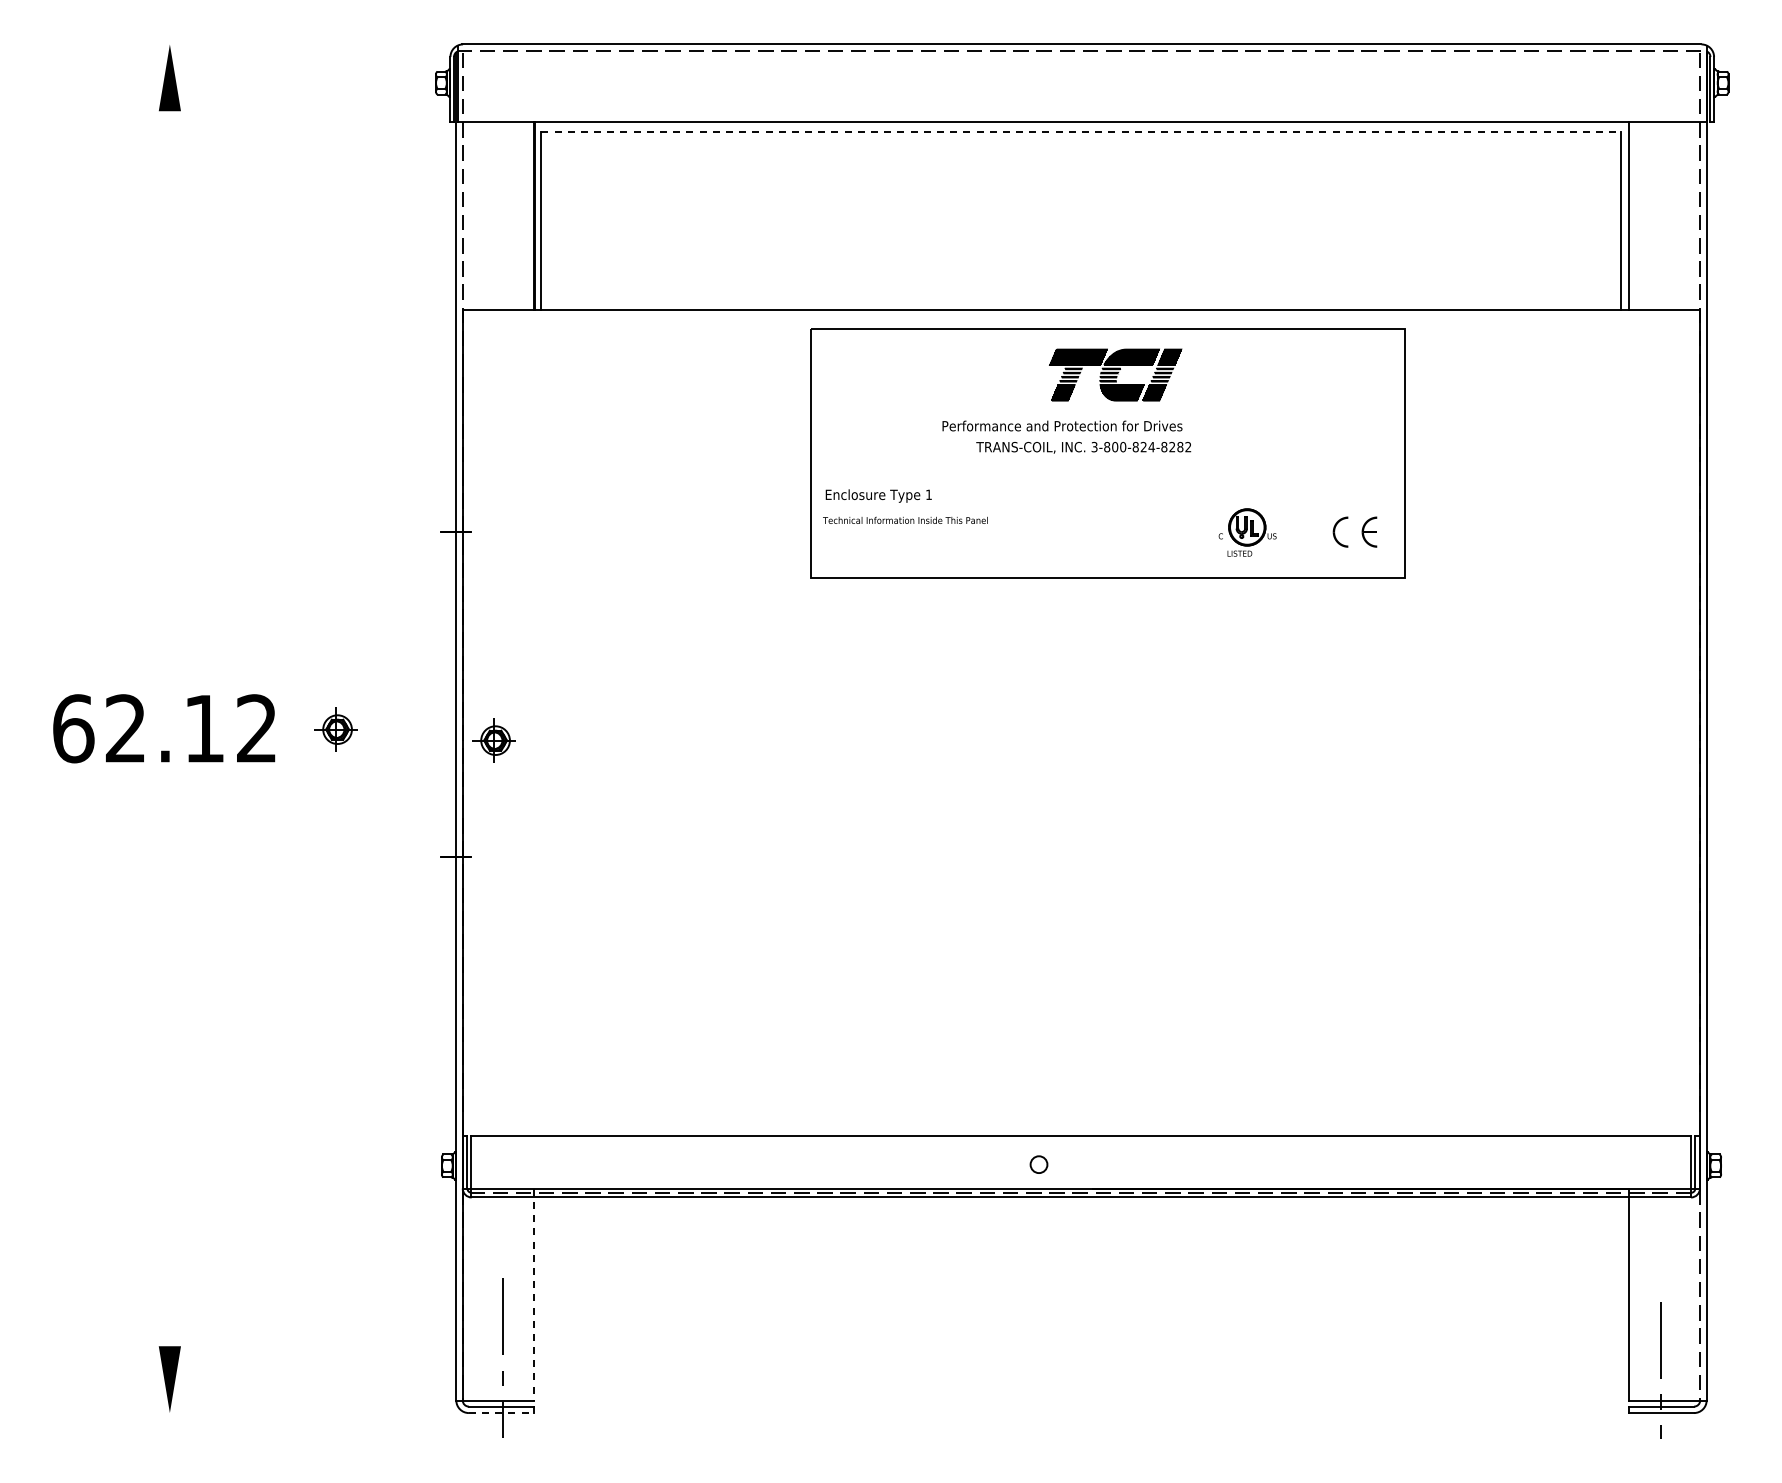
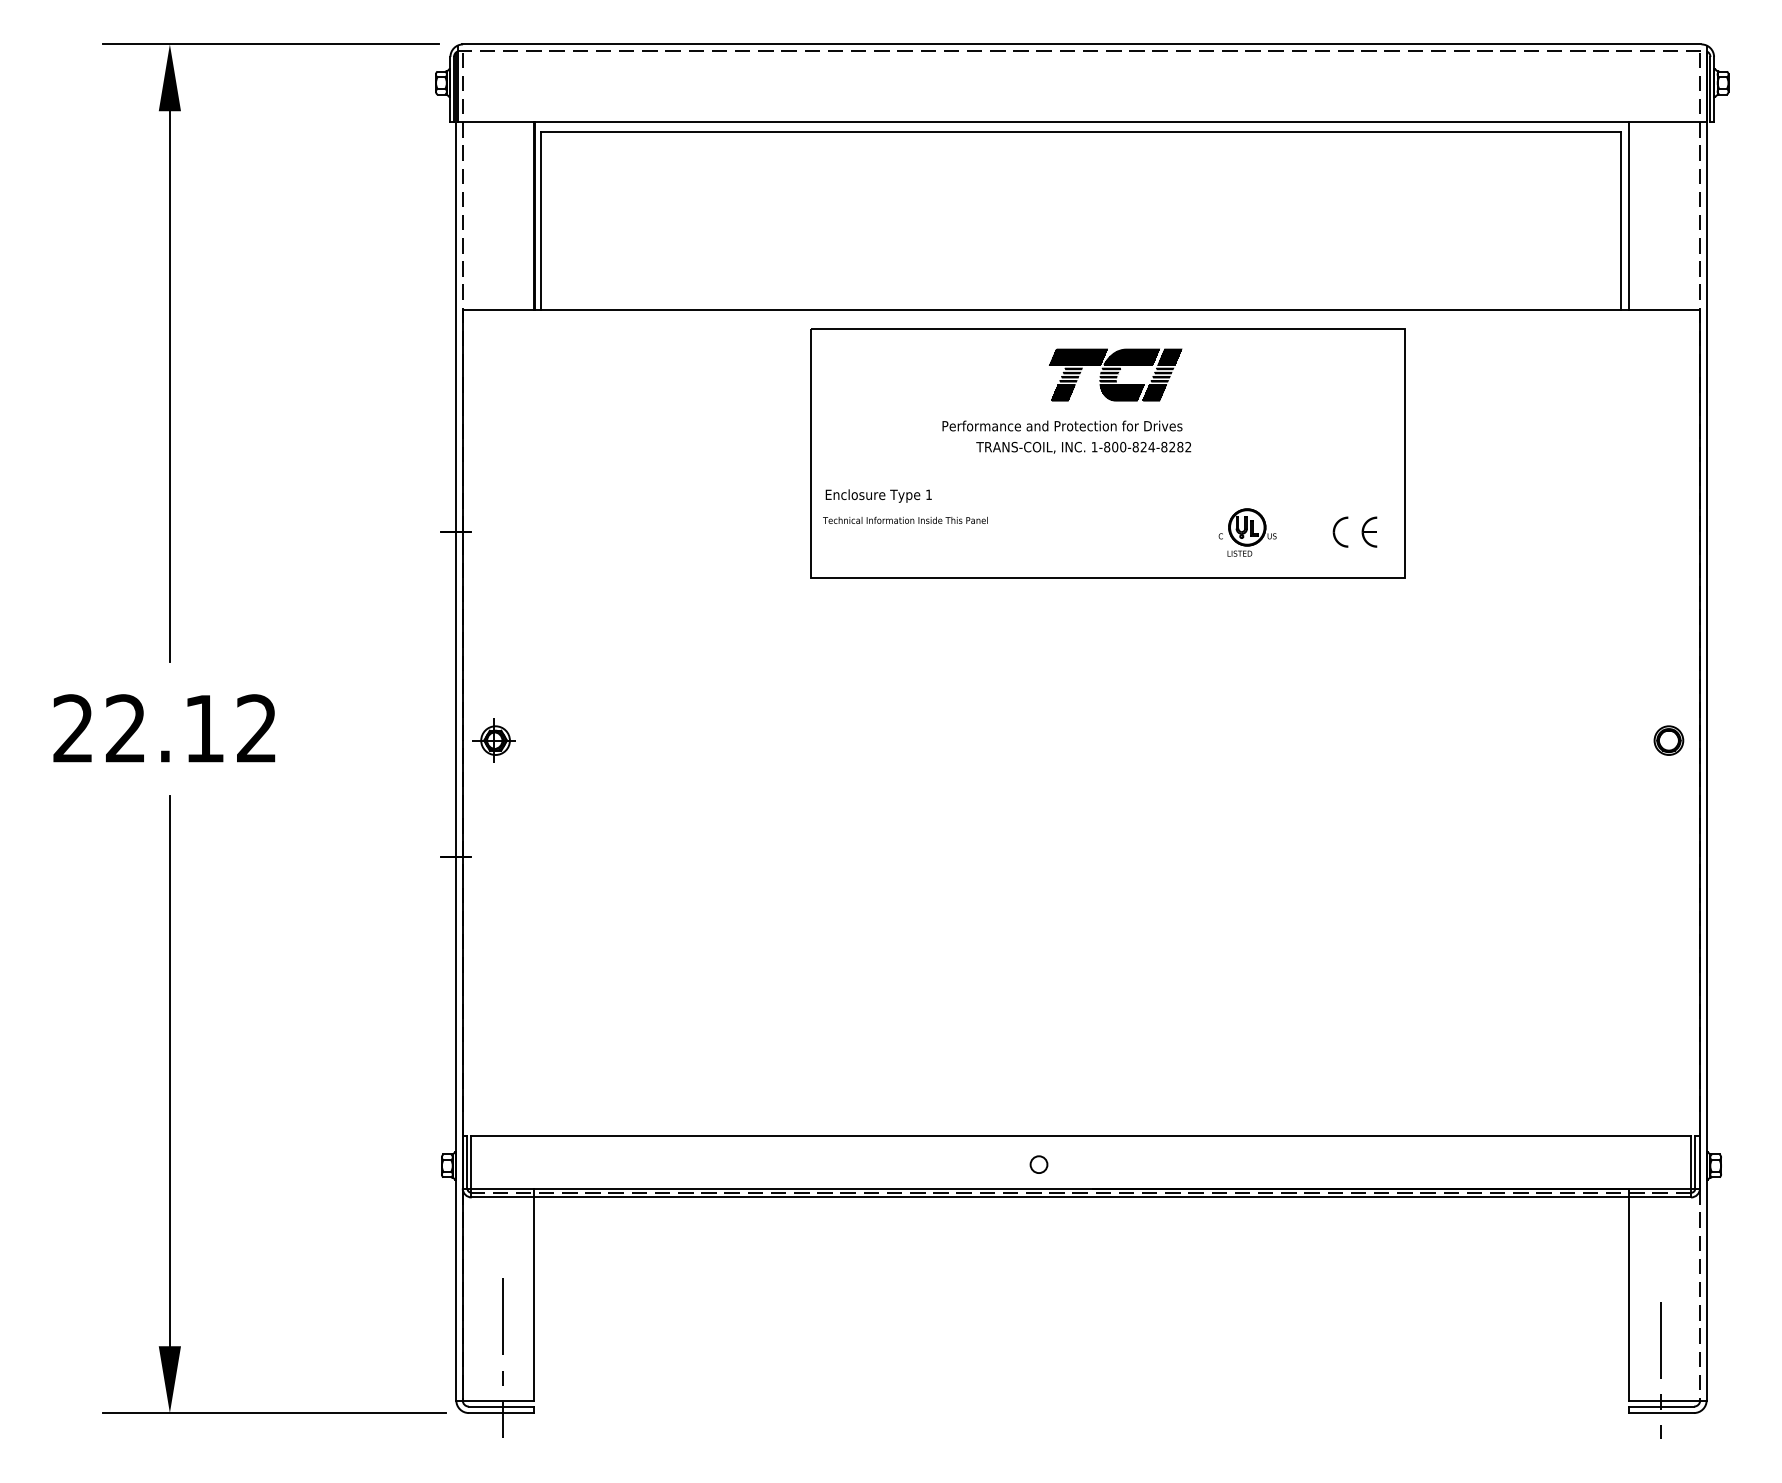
line at (270, 44): none -> present
line at (1081, 132): dashed -> solid
line at (169, 386): none -> present
text at (1094, 446): 3-800-824-8282 -> 1-800-824-8282
text at (73, 728): 62.12 -> 22.12
part at (335, 729): present -> none
part at (1668, 740): none -> present
line at (169, 1070): none -> present
line at (533, 1294): dashed -> solid
line at (274, 1413): none -> present
line at (501, 1413): dashed -> solid
